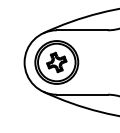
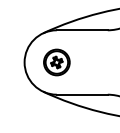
part at (56, 62) size: 46x45 px -> 28x29 px
